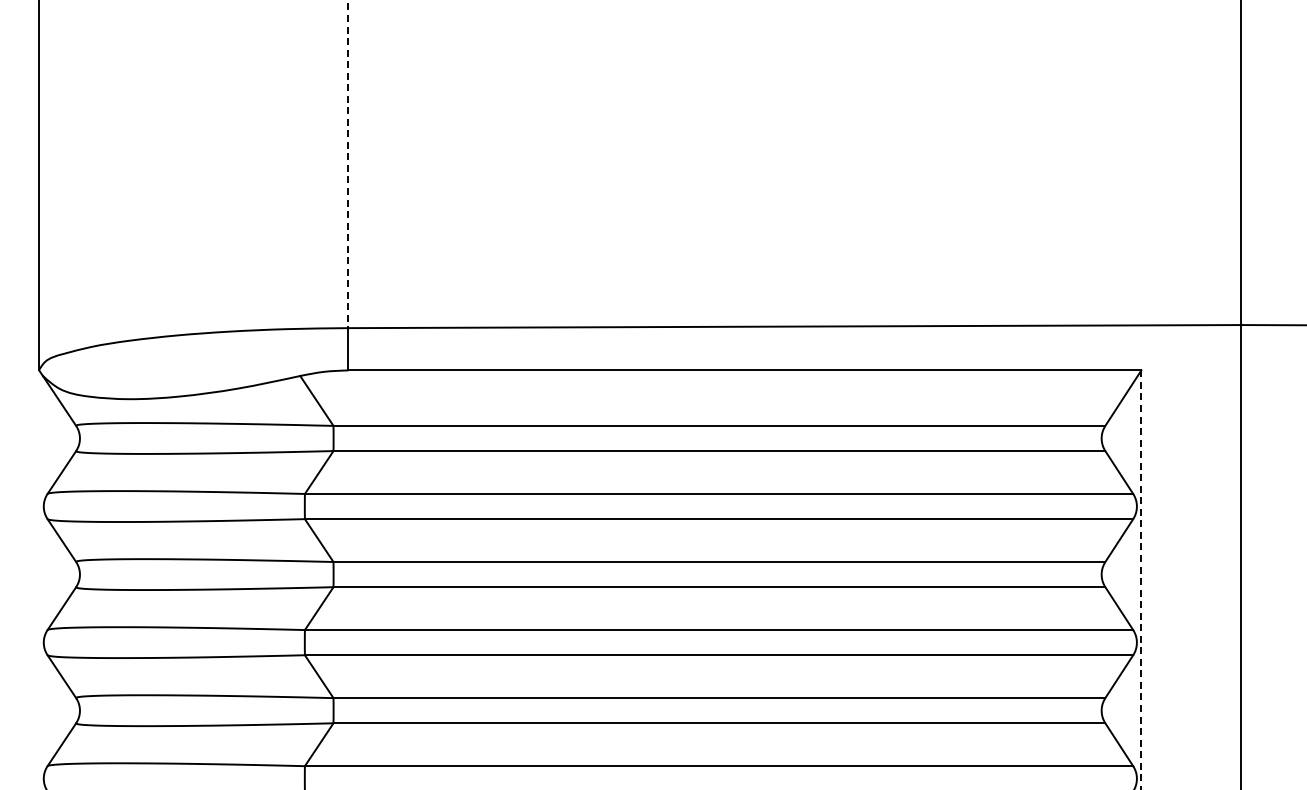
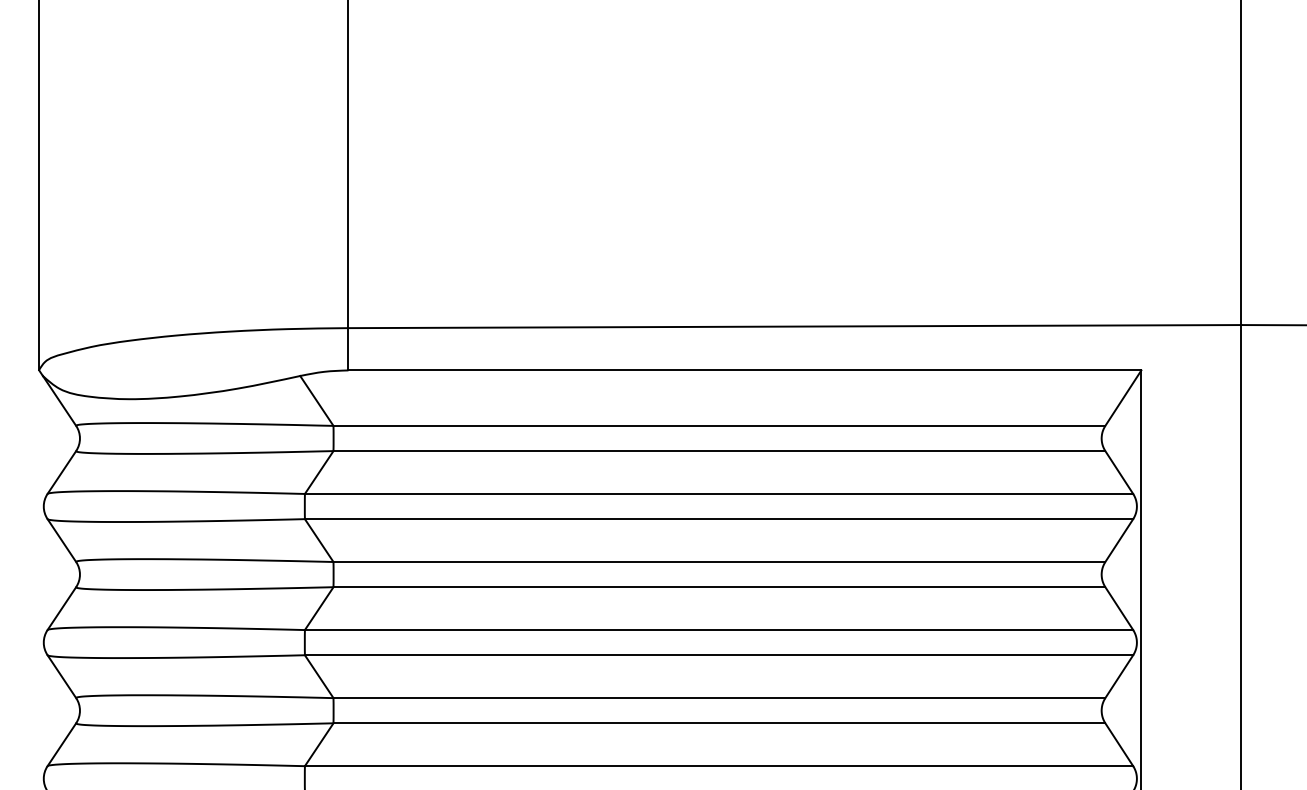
line at (348, 164): dashed -> solid
line at (1141, 580): dashed -> solid
